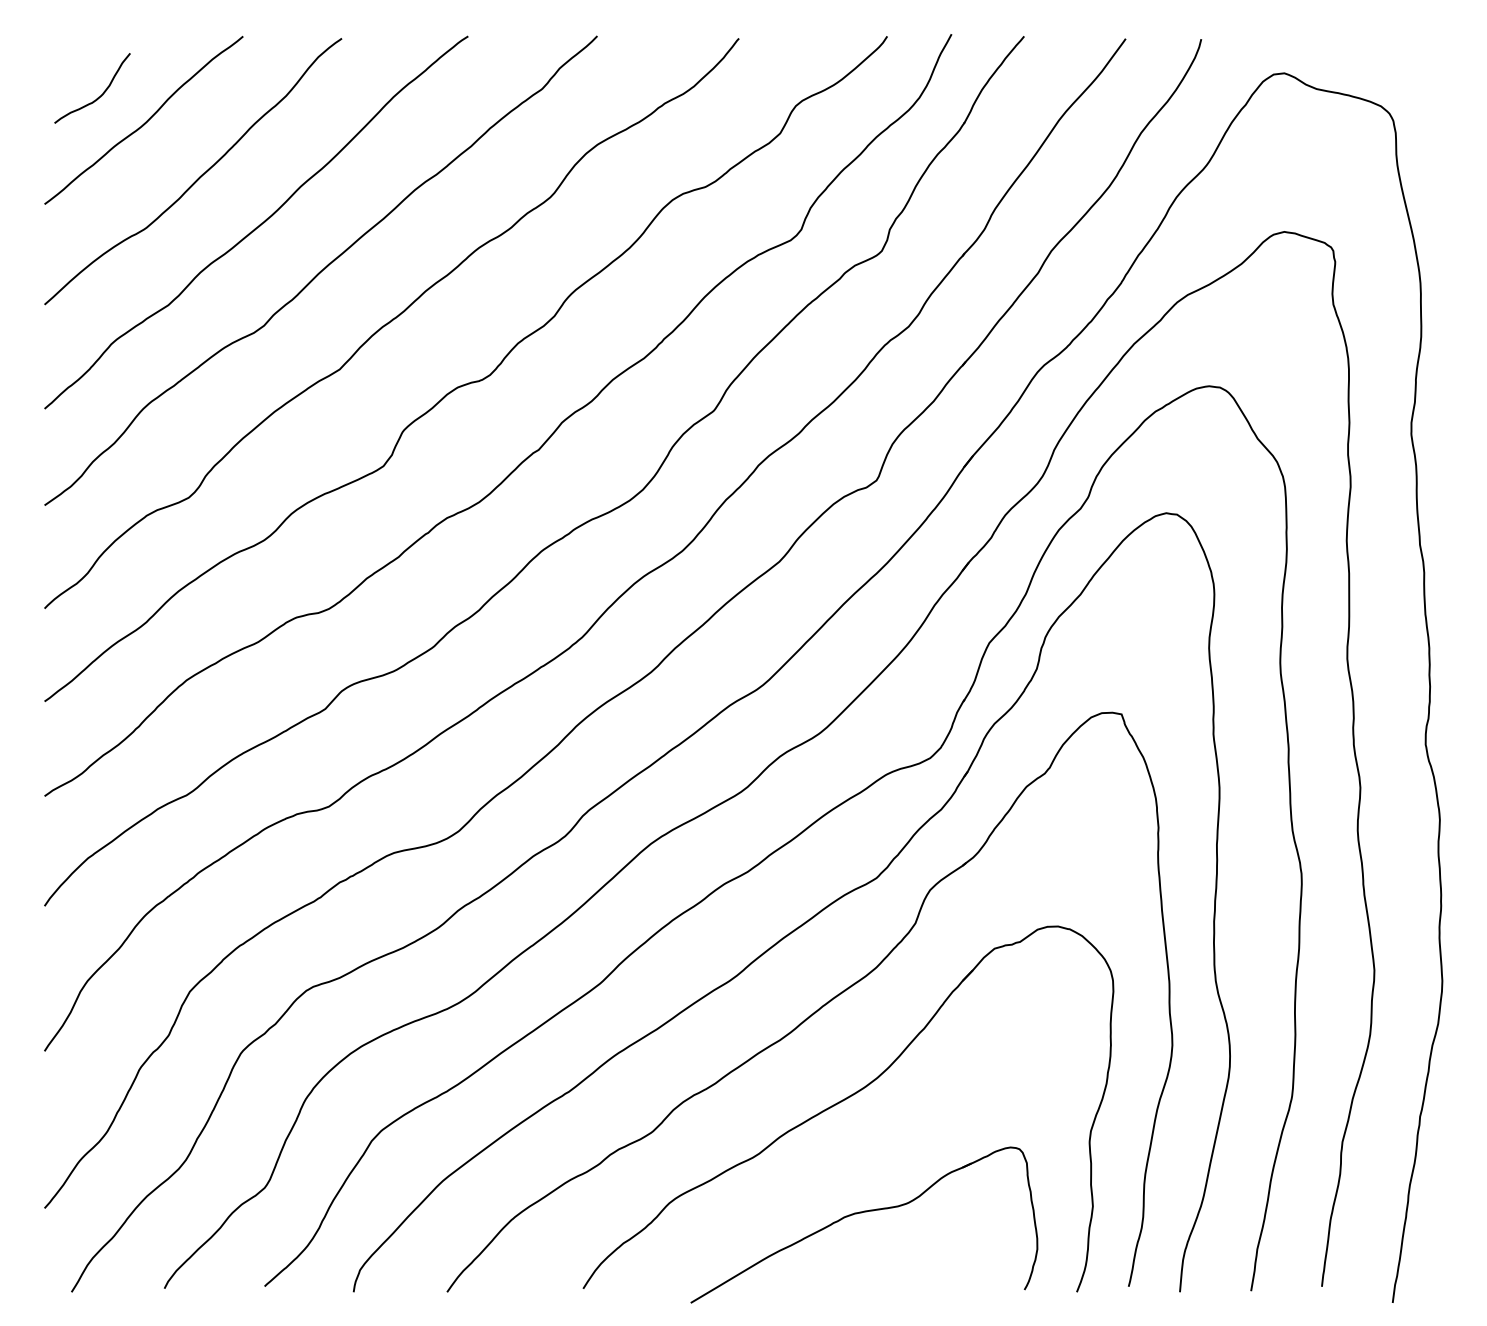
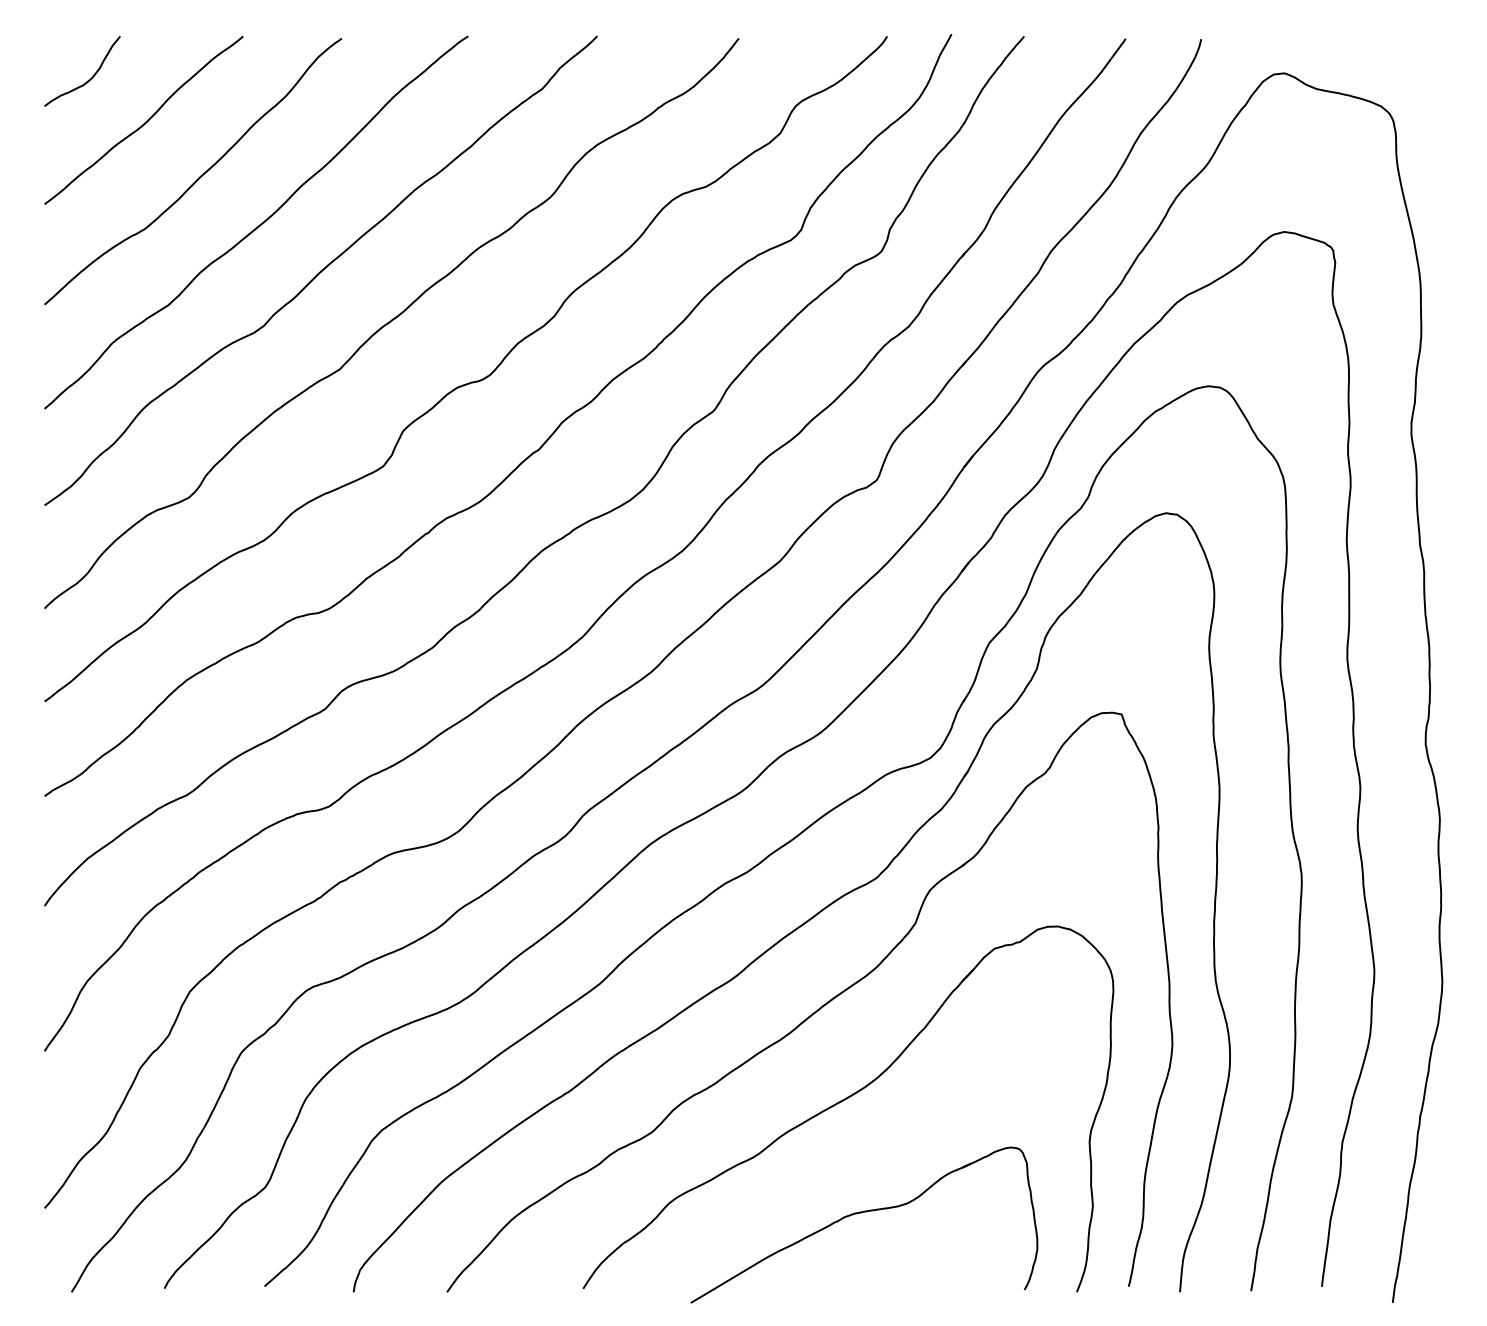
curve at (98, 96) position: (98, 96) -> (88, 79)
